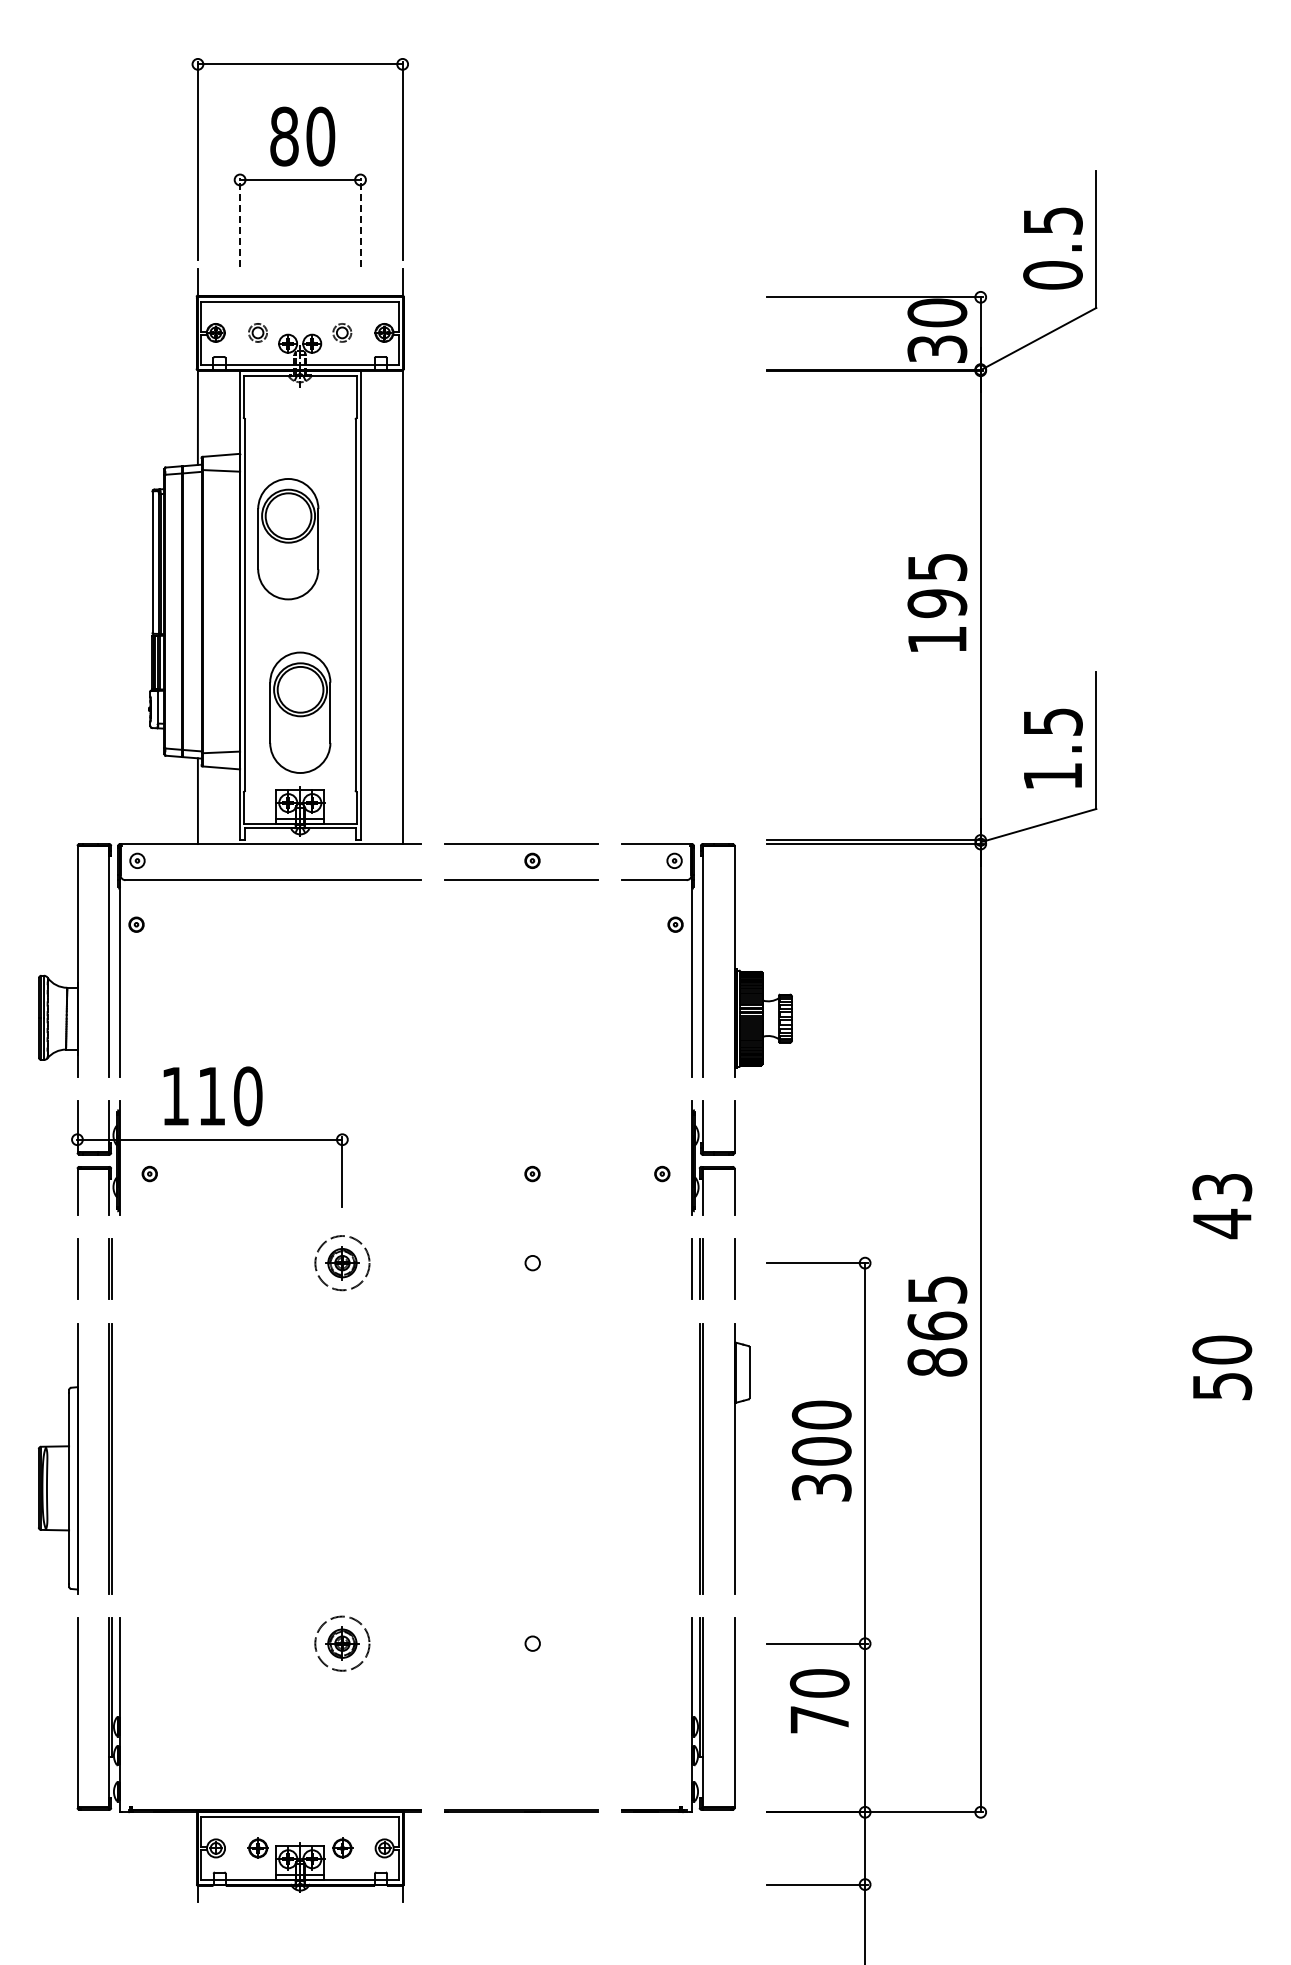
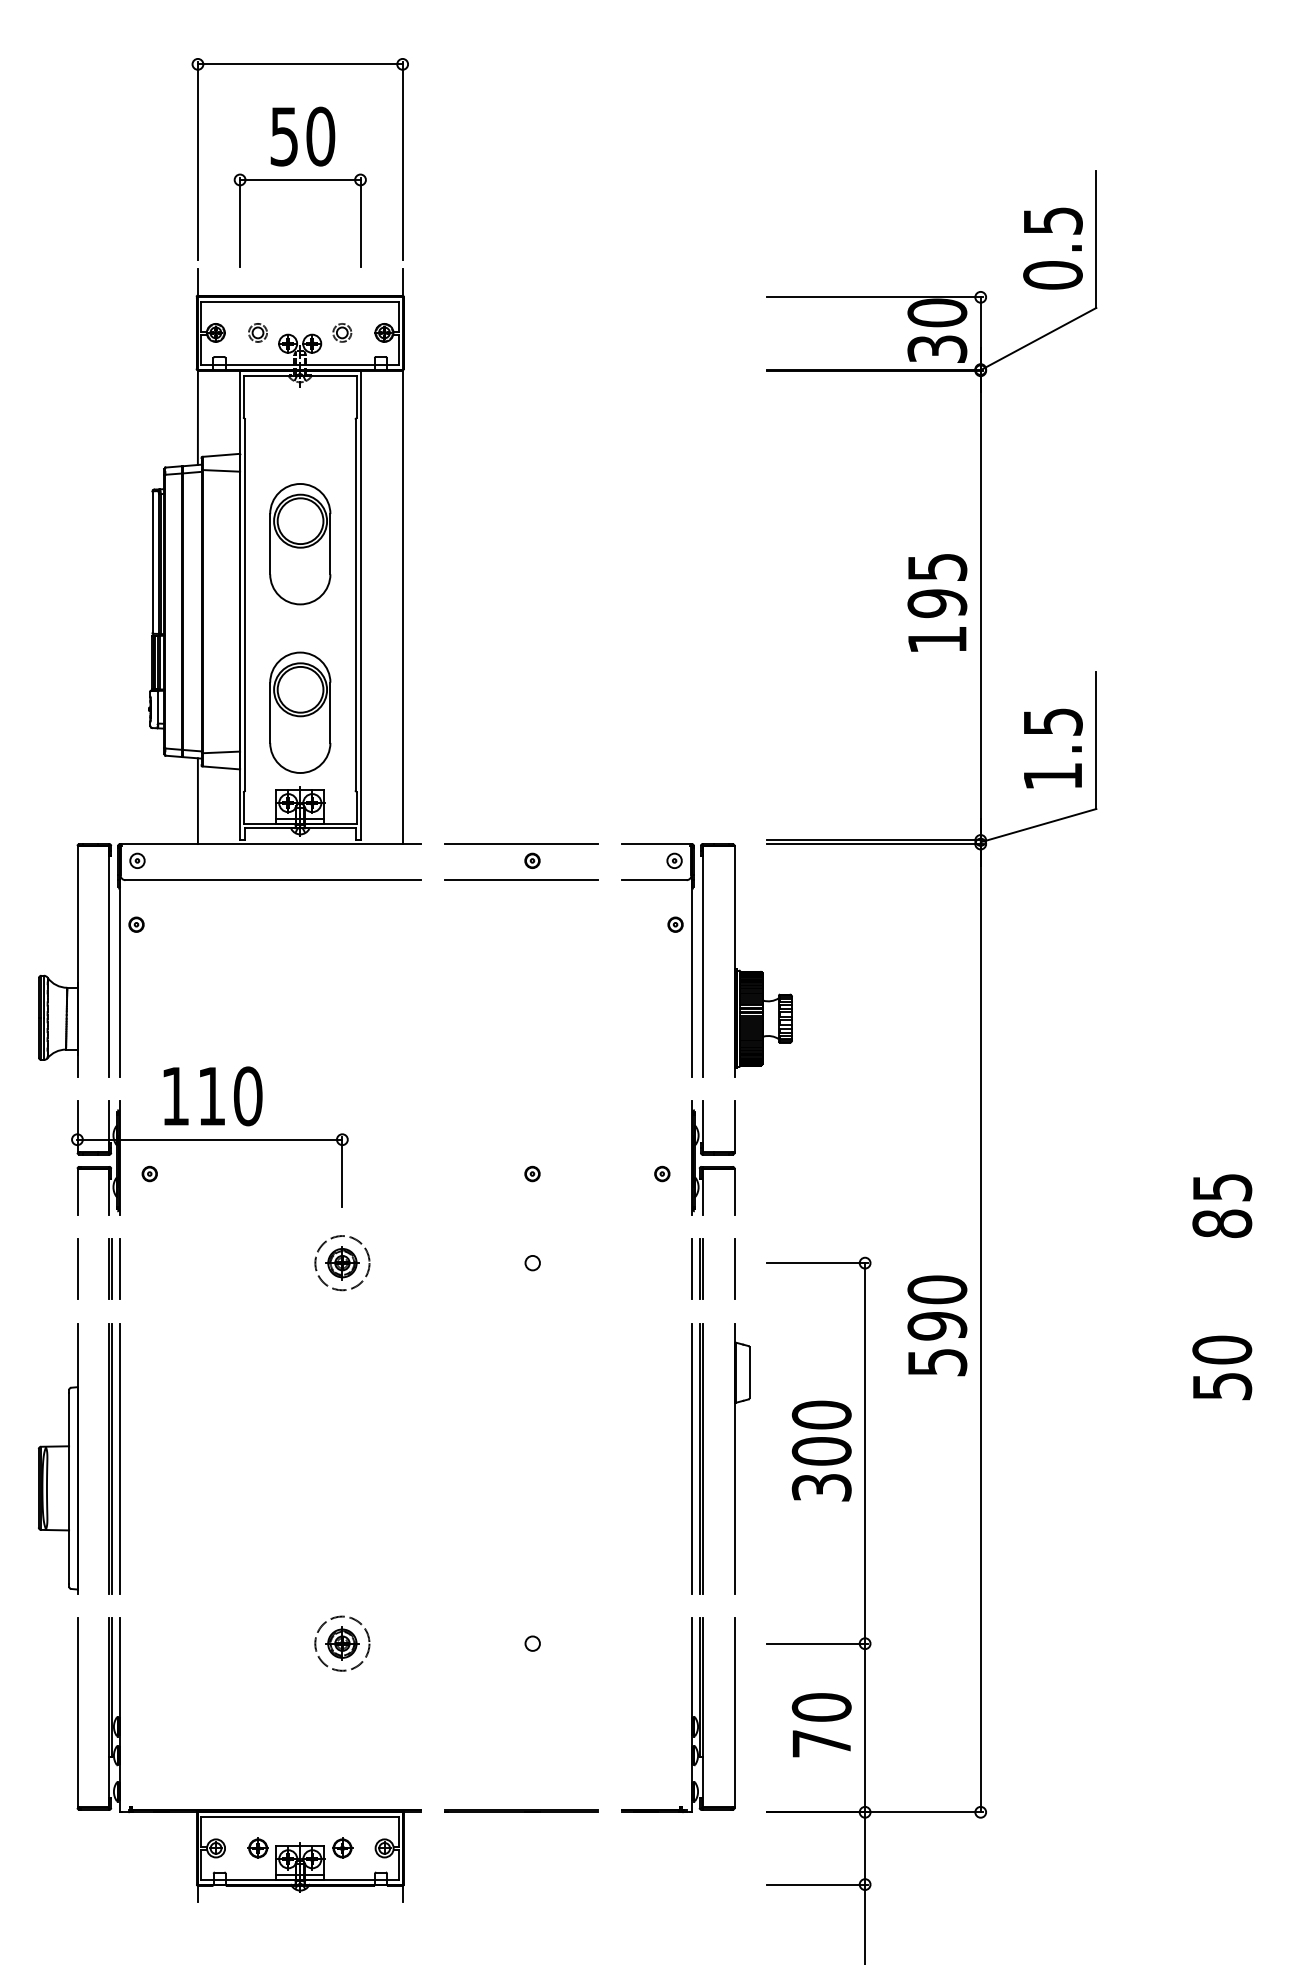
text at (284, 136): 80 -> 50
line at (240, 222): dashed -> solid
line at (360, 222): dashed -> solid
part at (288, 539) position: (288, 539) -> (300, 544)
text at (1222, 1206): 43 -> 85
line at (120, 1269): none -> present
text at (937, 1325): 865 -> 590
line at (120, 1458): none -> present
line at (691, 1458): none -> present
text at (819, 1701) position: (819, 1701) -> (821, 1725)
